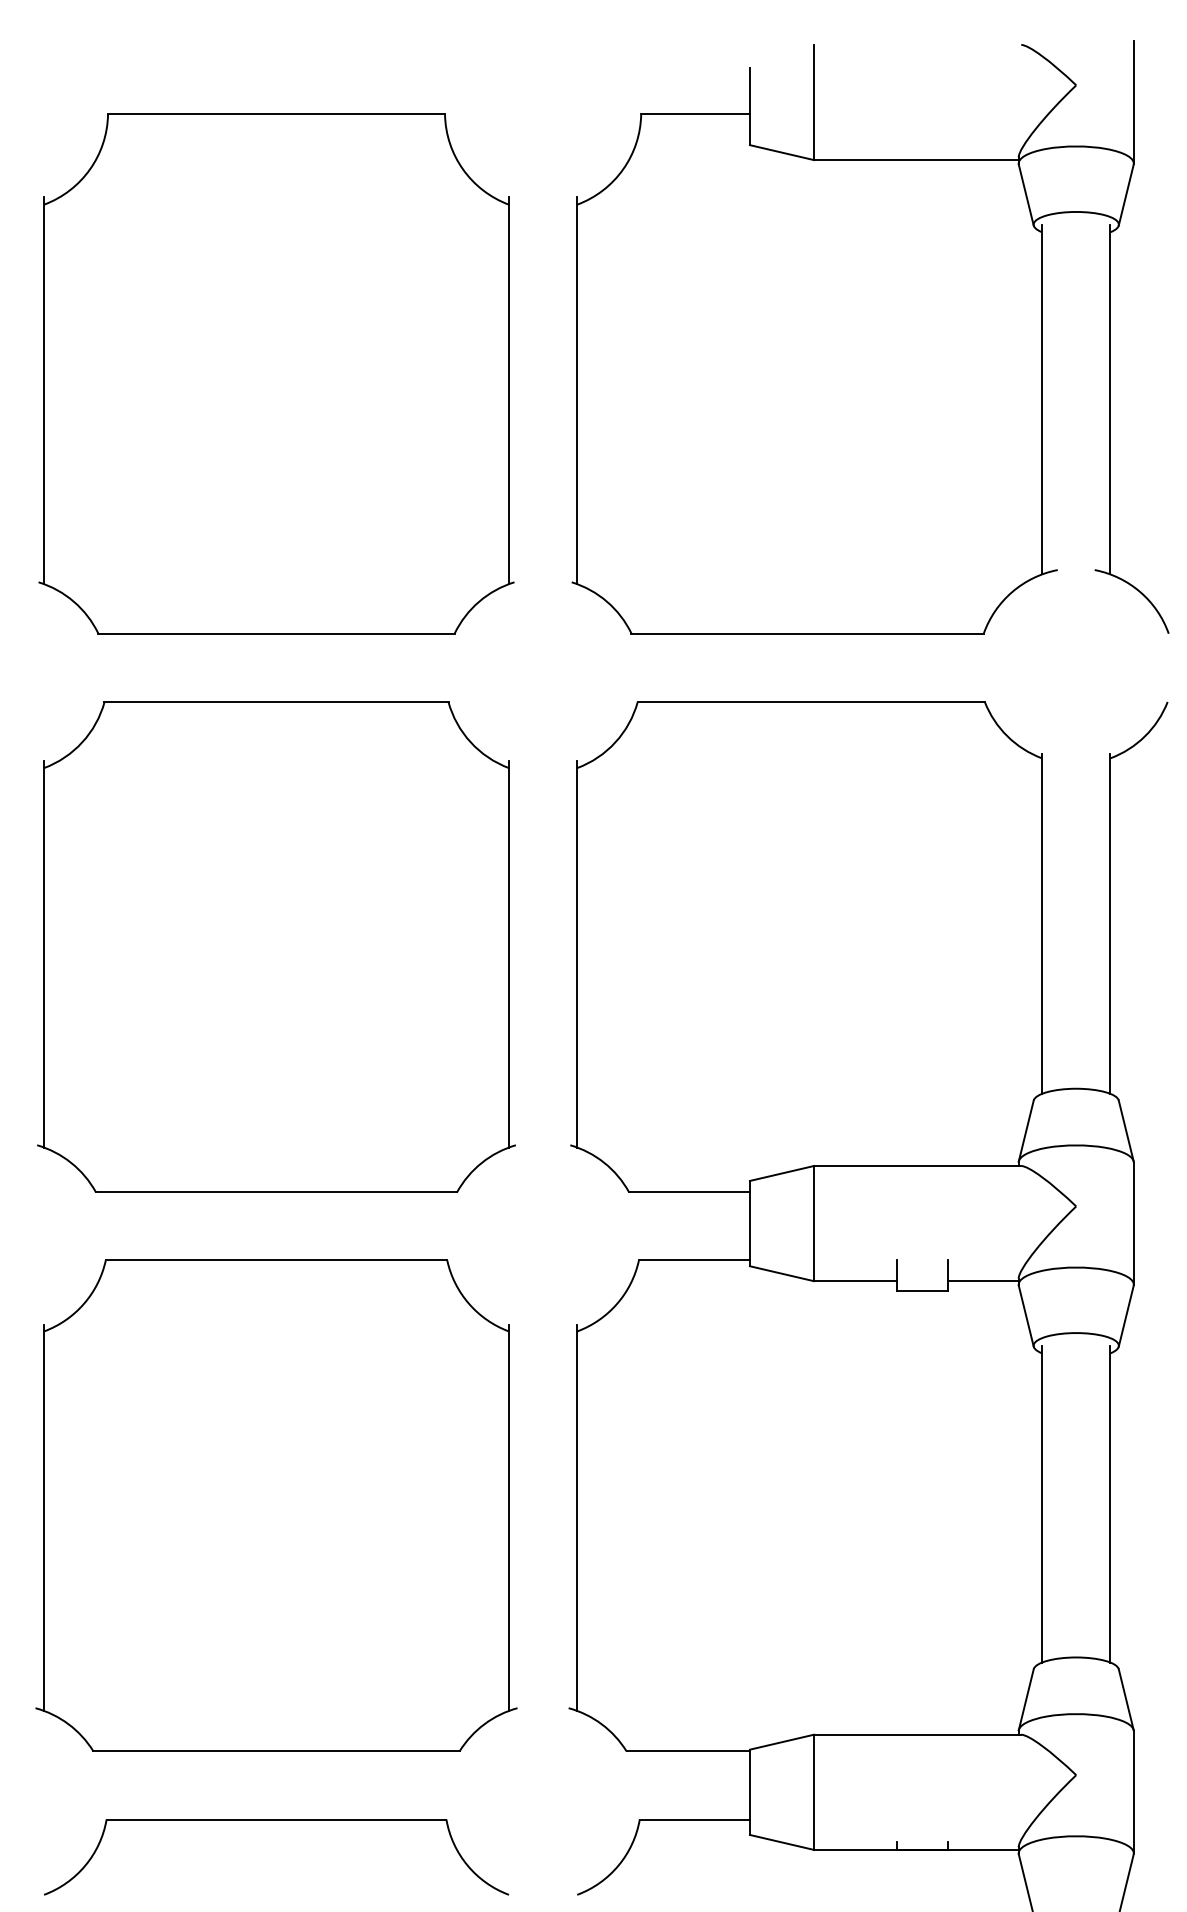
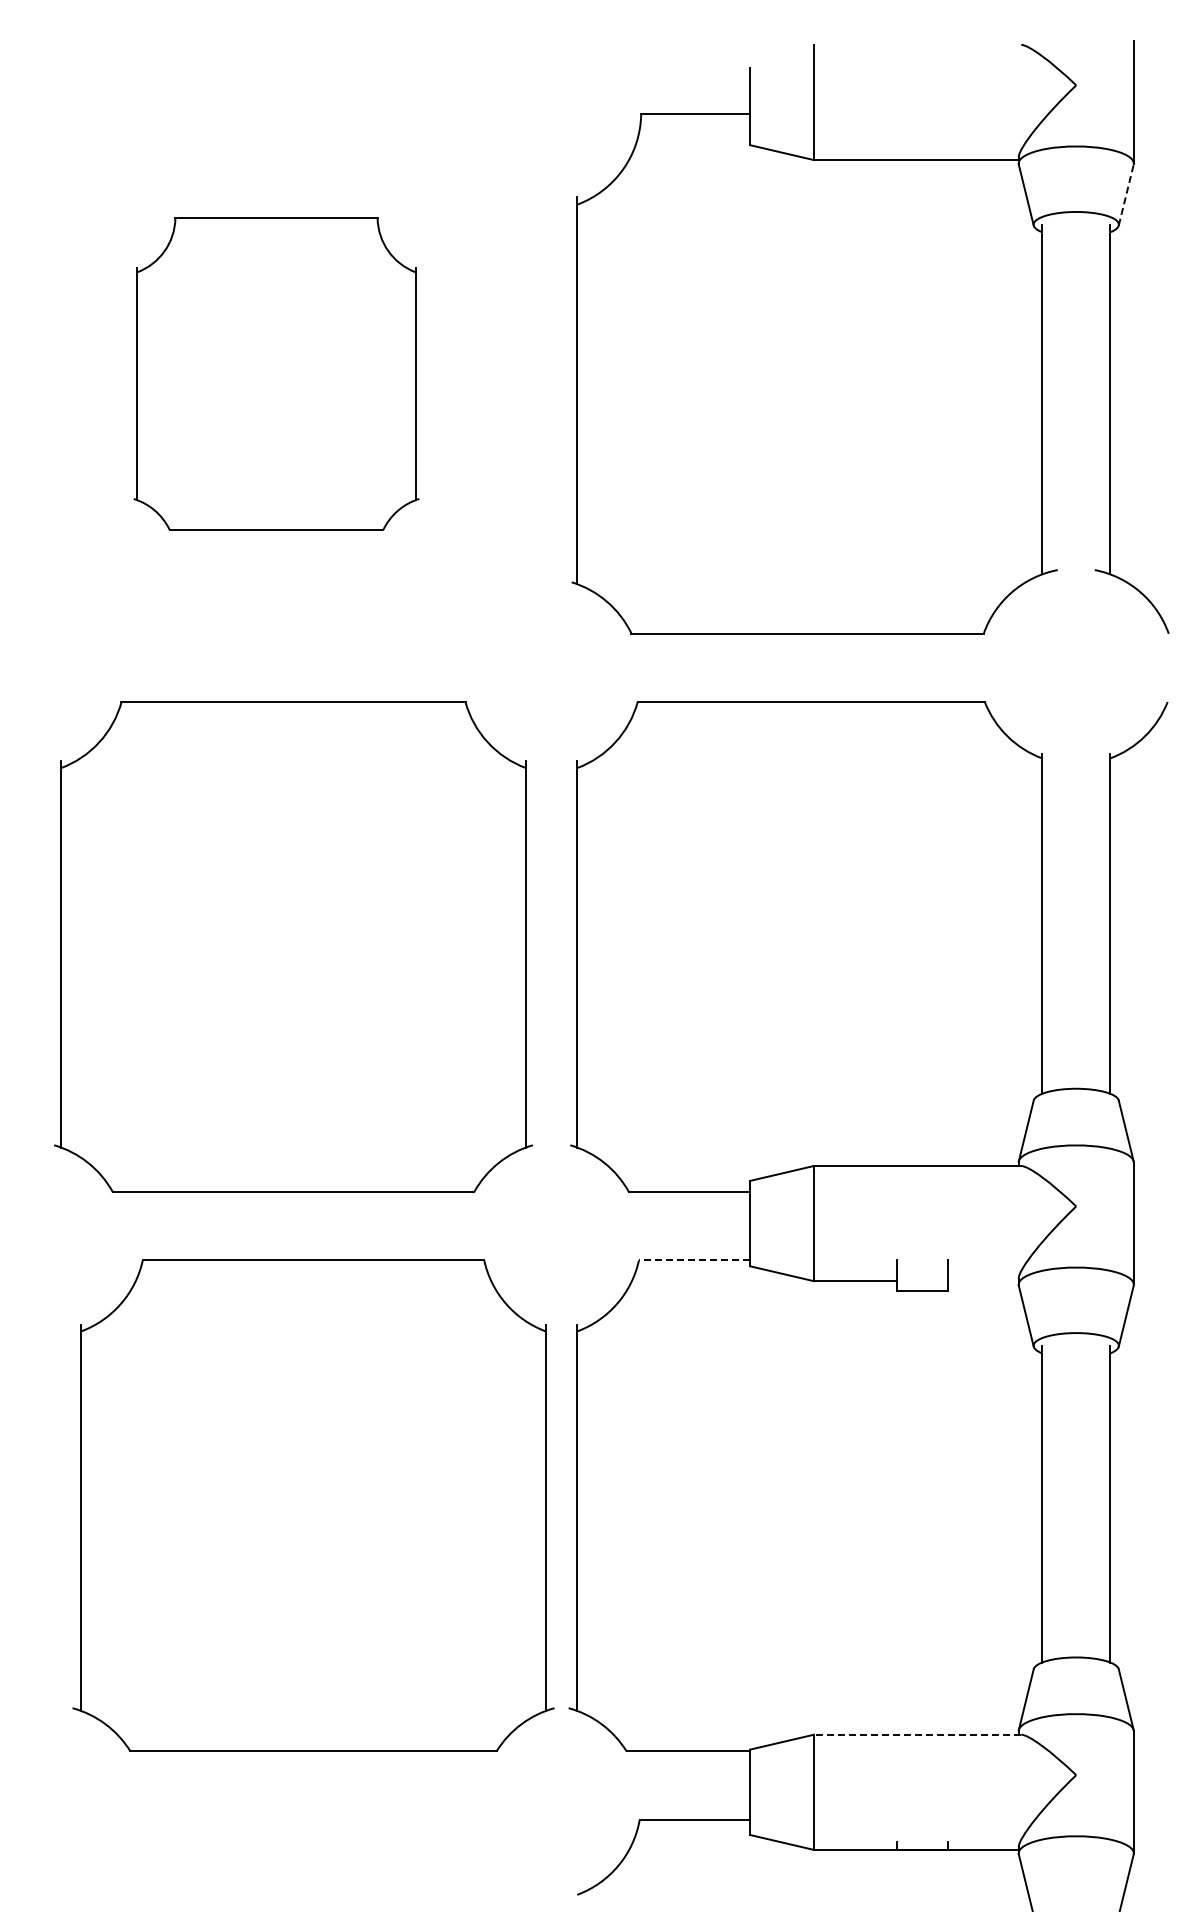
line at (1126, 194): solid -> dashed
part at (276, 373) size: 477x522 px -> 287x314 px
part at (276, 946) position: (276, 946) -> (293, 946)
line at (694, 1260): solid -> dashed
line at (983, 1281): present -> none
part at (276, 1505) position: (276, 1505) -> (313, 1505)
line at (917, 1734): solid -> dashed
part at (276, 1820): present -> none
